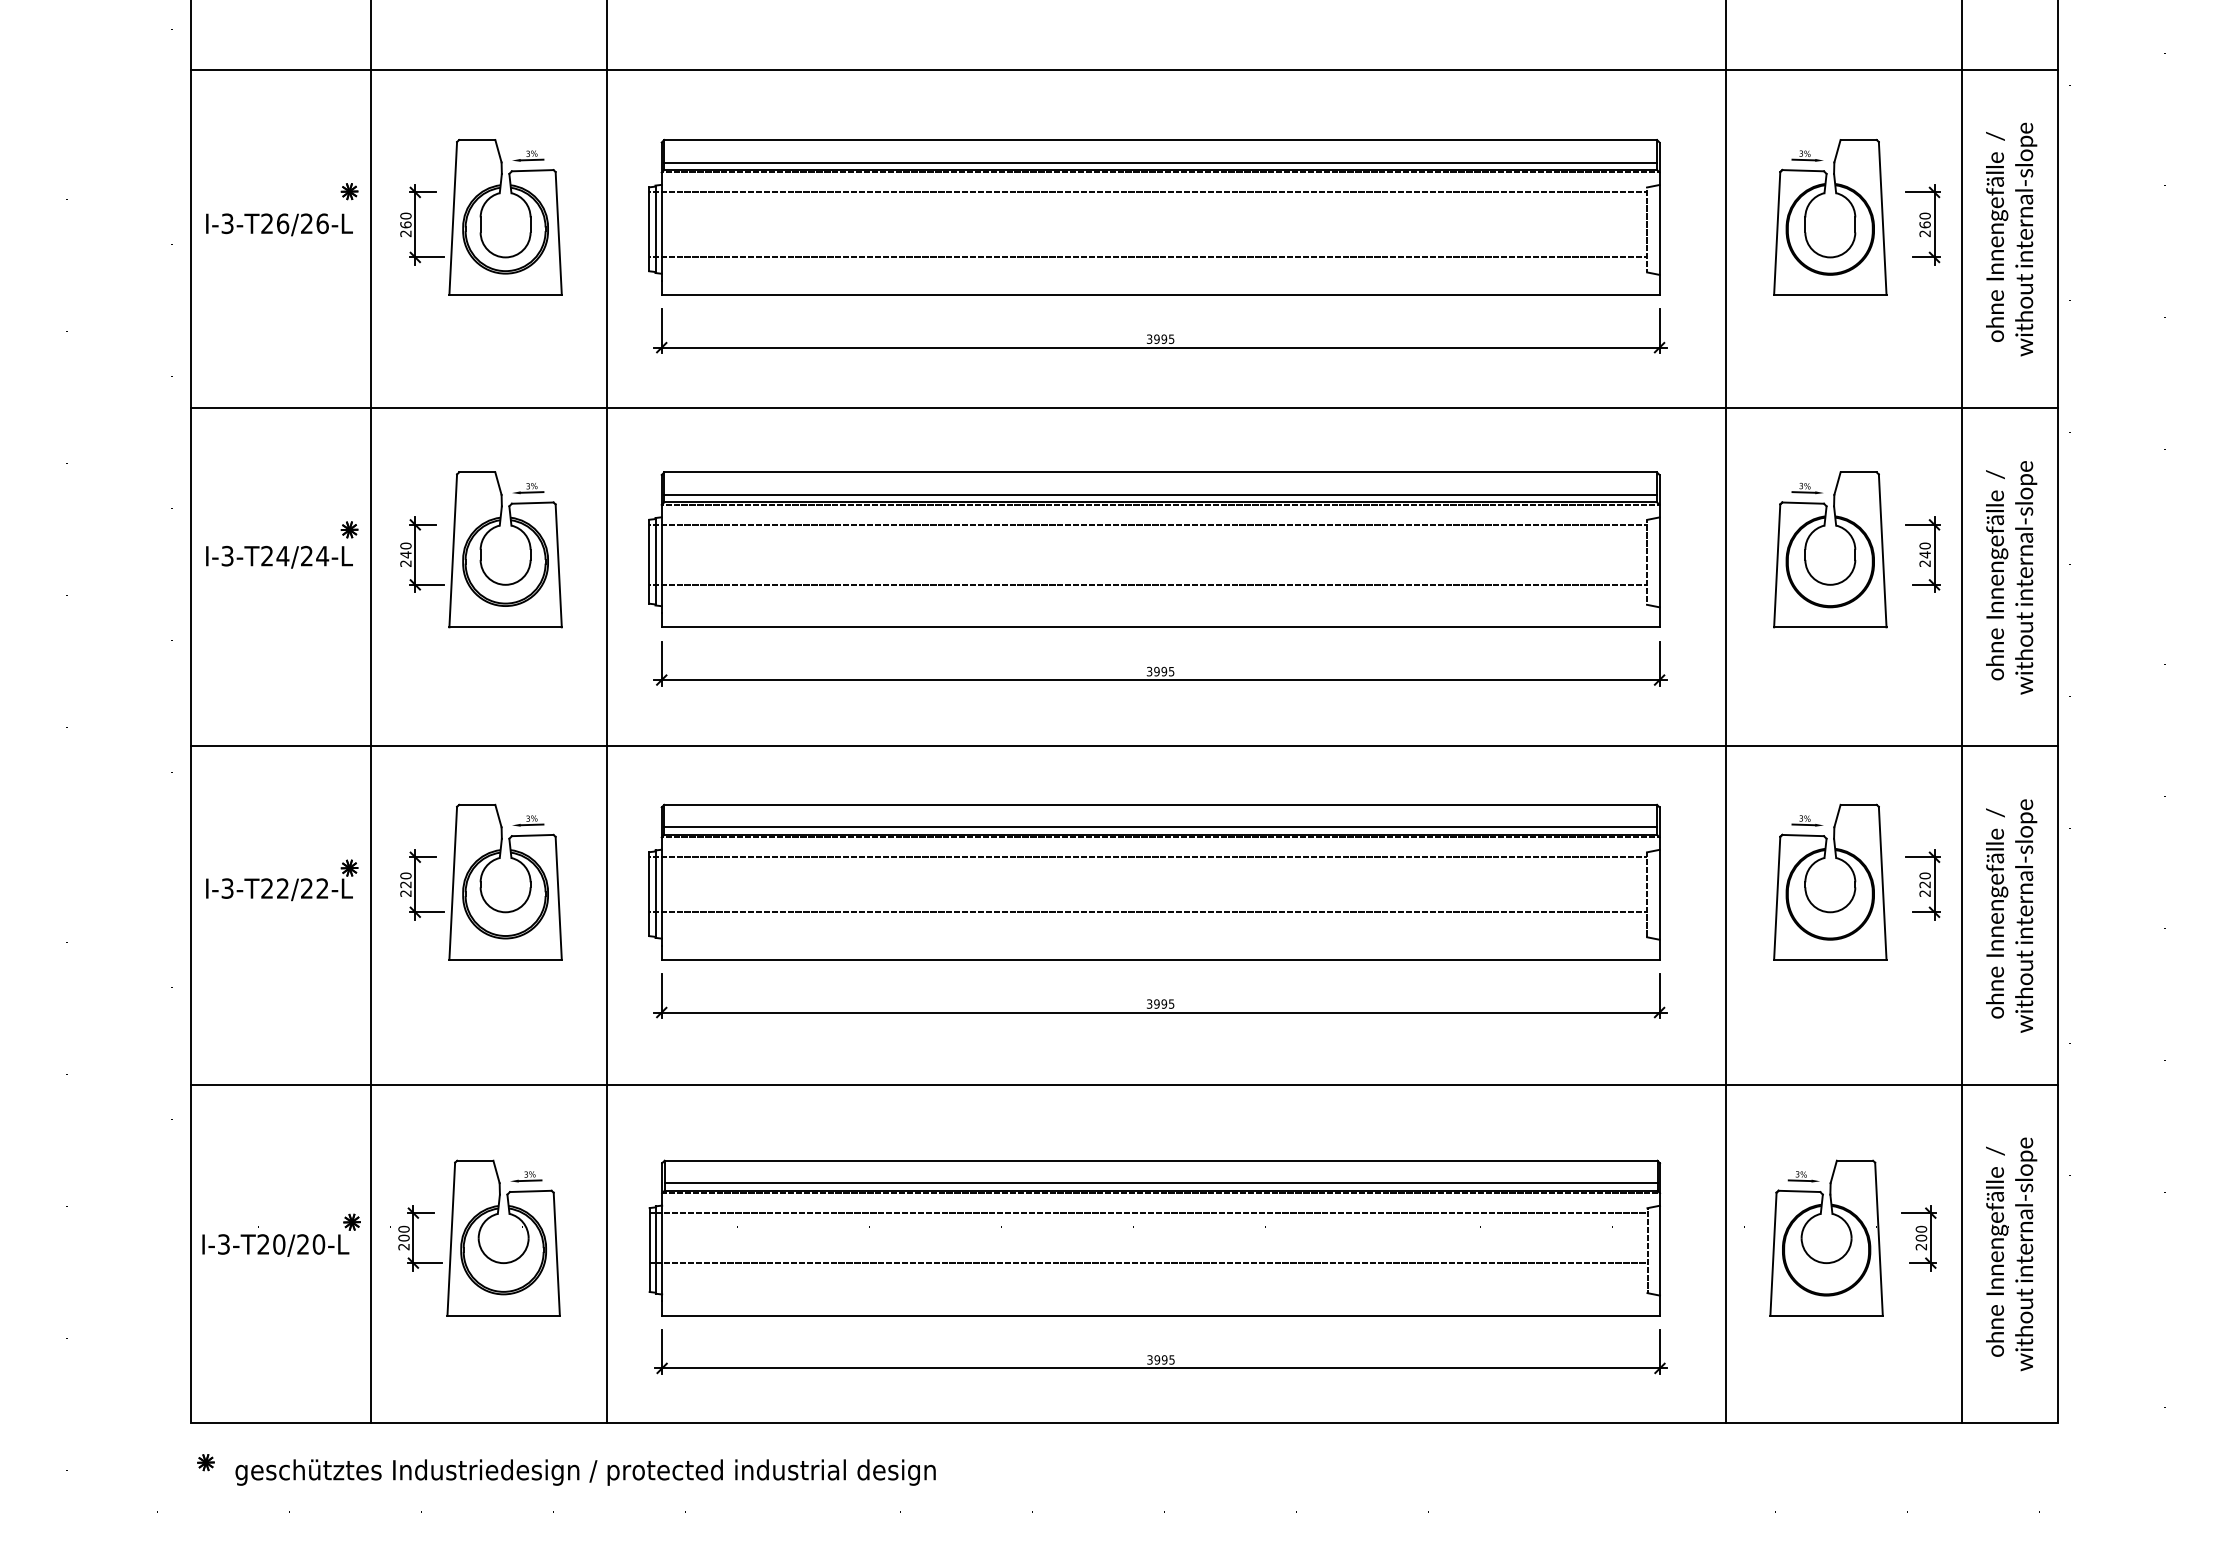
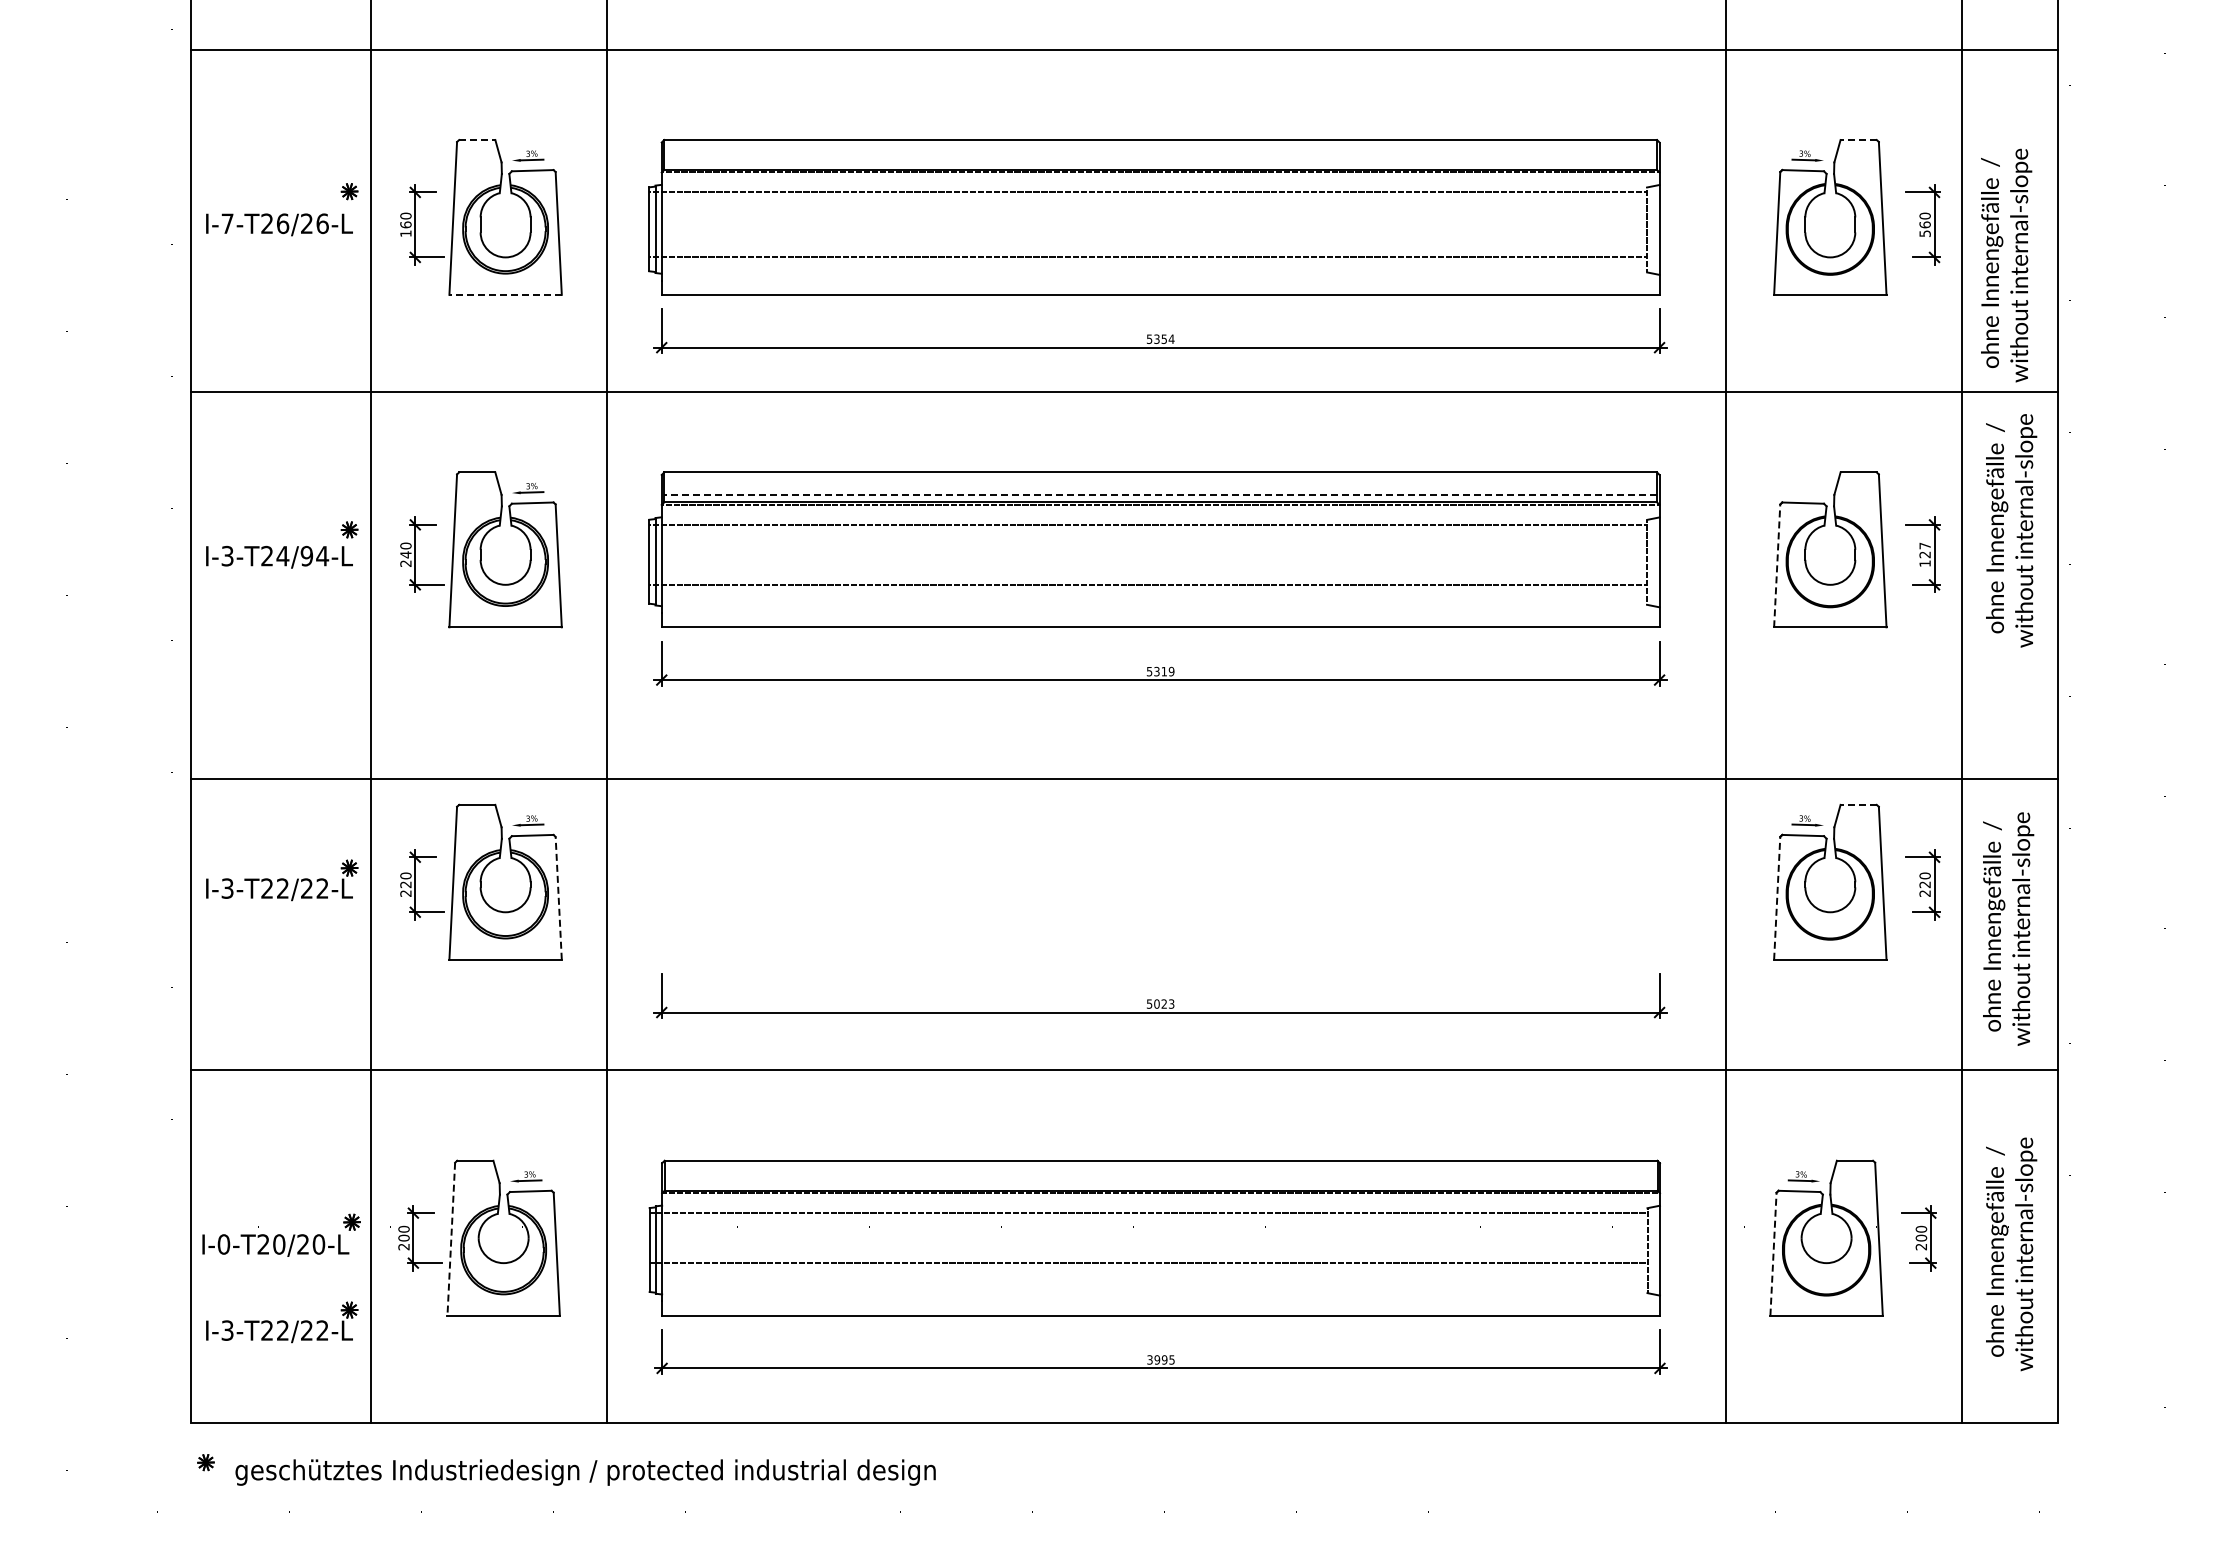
line at (1124, 69) position: (1124, 69) -> (1124, 49)
line at (477, 140): solid -> dashed
line at (1858, 140): solid -> dashed
line at (1160, 162): present -> none
text at (227, 223): I-3-T26/26-L -> I-7-T26/26-L
text at (405, 233): 260 -> 160
text at (1924, 233): 260 -> 560
text at (2011, 239) position: (2011, 239) -> (2006, 265)
line at (505, 294): solid -> dashed
text at (1160, 338): 3995 -> 5354
line at (1124, 408) position: (1124, 408) -> (1124, 392)
part at (1807, 488): present -> none
line at (1160, 494): solid -> dashed
text at (1924, 554): 240 -> 127
text at (306, 556): I-3-T24/24-L -> I-3-T24/94-L
line at (1777, 565): solid -> dashed
text at (2011, 577) position: (2011, 577) -> (2011, 530)
text at (1160, 671): 3995 -> 5319
line at (1124, 746) position: (1124, 746) -> (1124, 779)
line at (1858, 804): solid -> dashed
part at (1154, 881): present -> none
line at (558, 898): solid -> dashed
line at (1777, 898): solid -> dashed
text at (2011, 915) position: (2011, 915) -> (2008, 928)
text at (1160, 1003): 3995 -> 5023
line at (1124, 1084) position: (1124, 1084) -> (1124, 1069)
line at (1160, 1183): present -> none
line at (451, 1239): solid -> dashed
text at (223, 1244): I-3-T20/20-L -> I-0-T20/20-L
line at (1773, 1254): solid -> dashed
part at (282, 1322): none -> present
